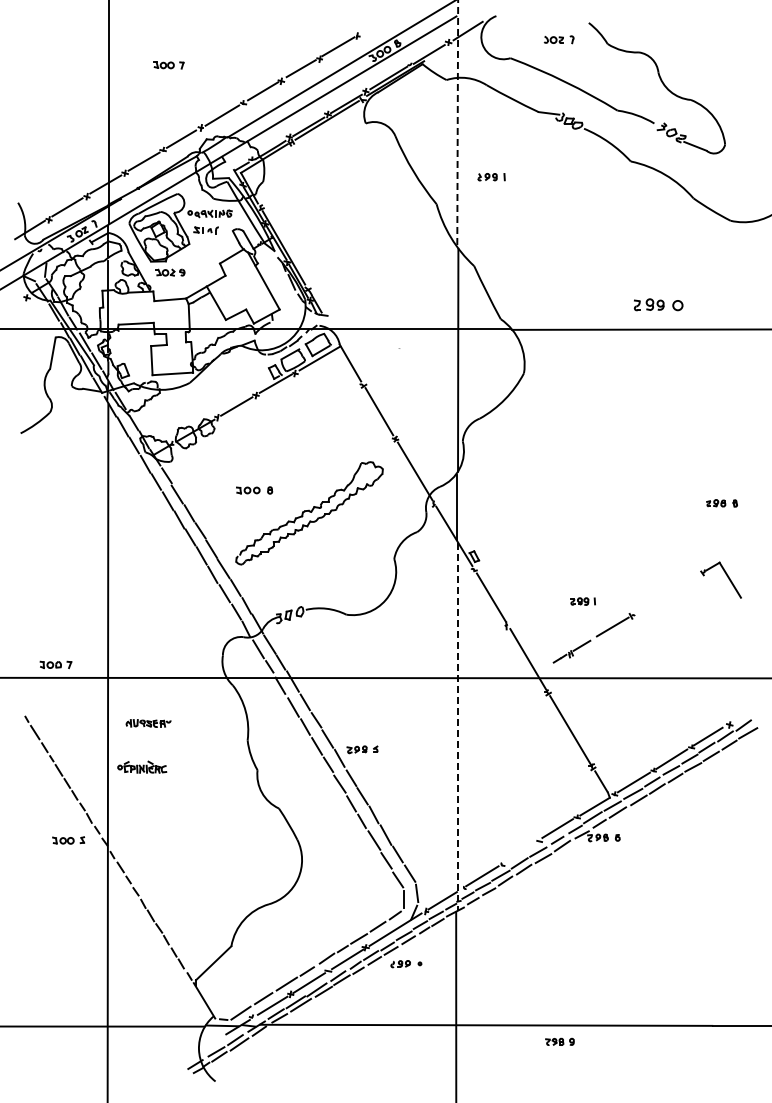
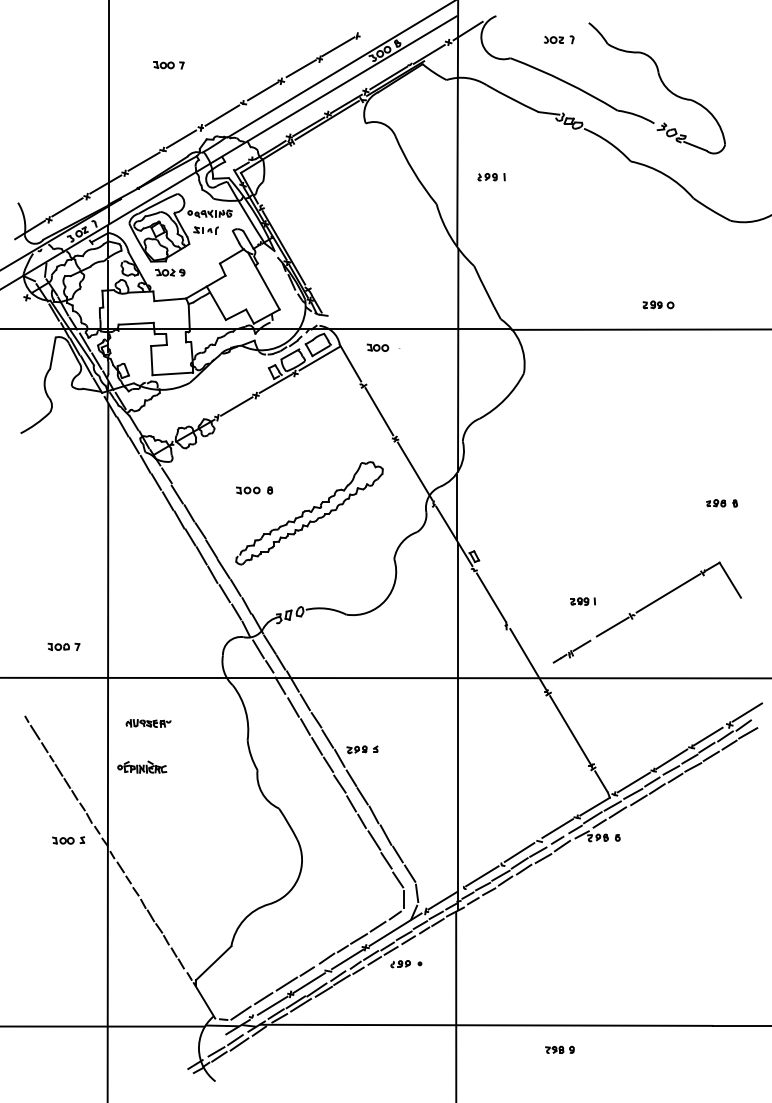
line at (457, 123): dashed -> solid
part at (658, 304) size: 51x14 px -> 33x10 px
part at (377, 347): none -> present
line at (668, 593): none -> present
part at (55, 664) position: (55, 664) -> (63, 646)
line at (747, 712): none -> present
line at (457, 726): dashed -> solid
line at (519, 852): none -> present
part at (559, 1041) position: (559, 1041) -> (559, 1049)
